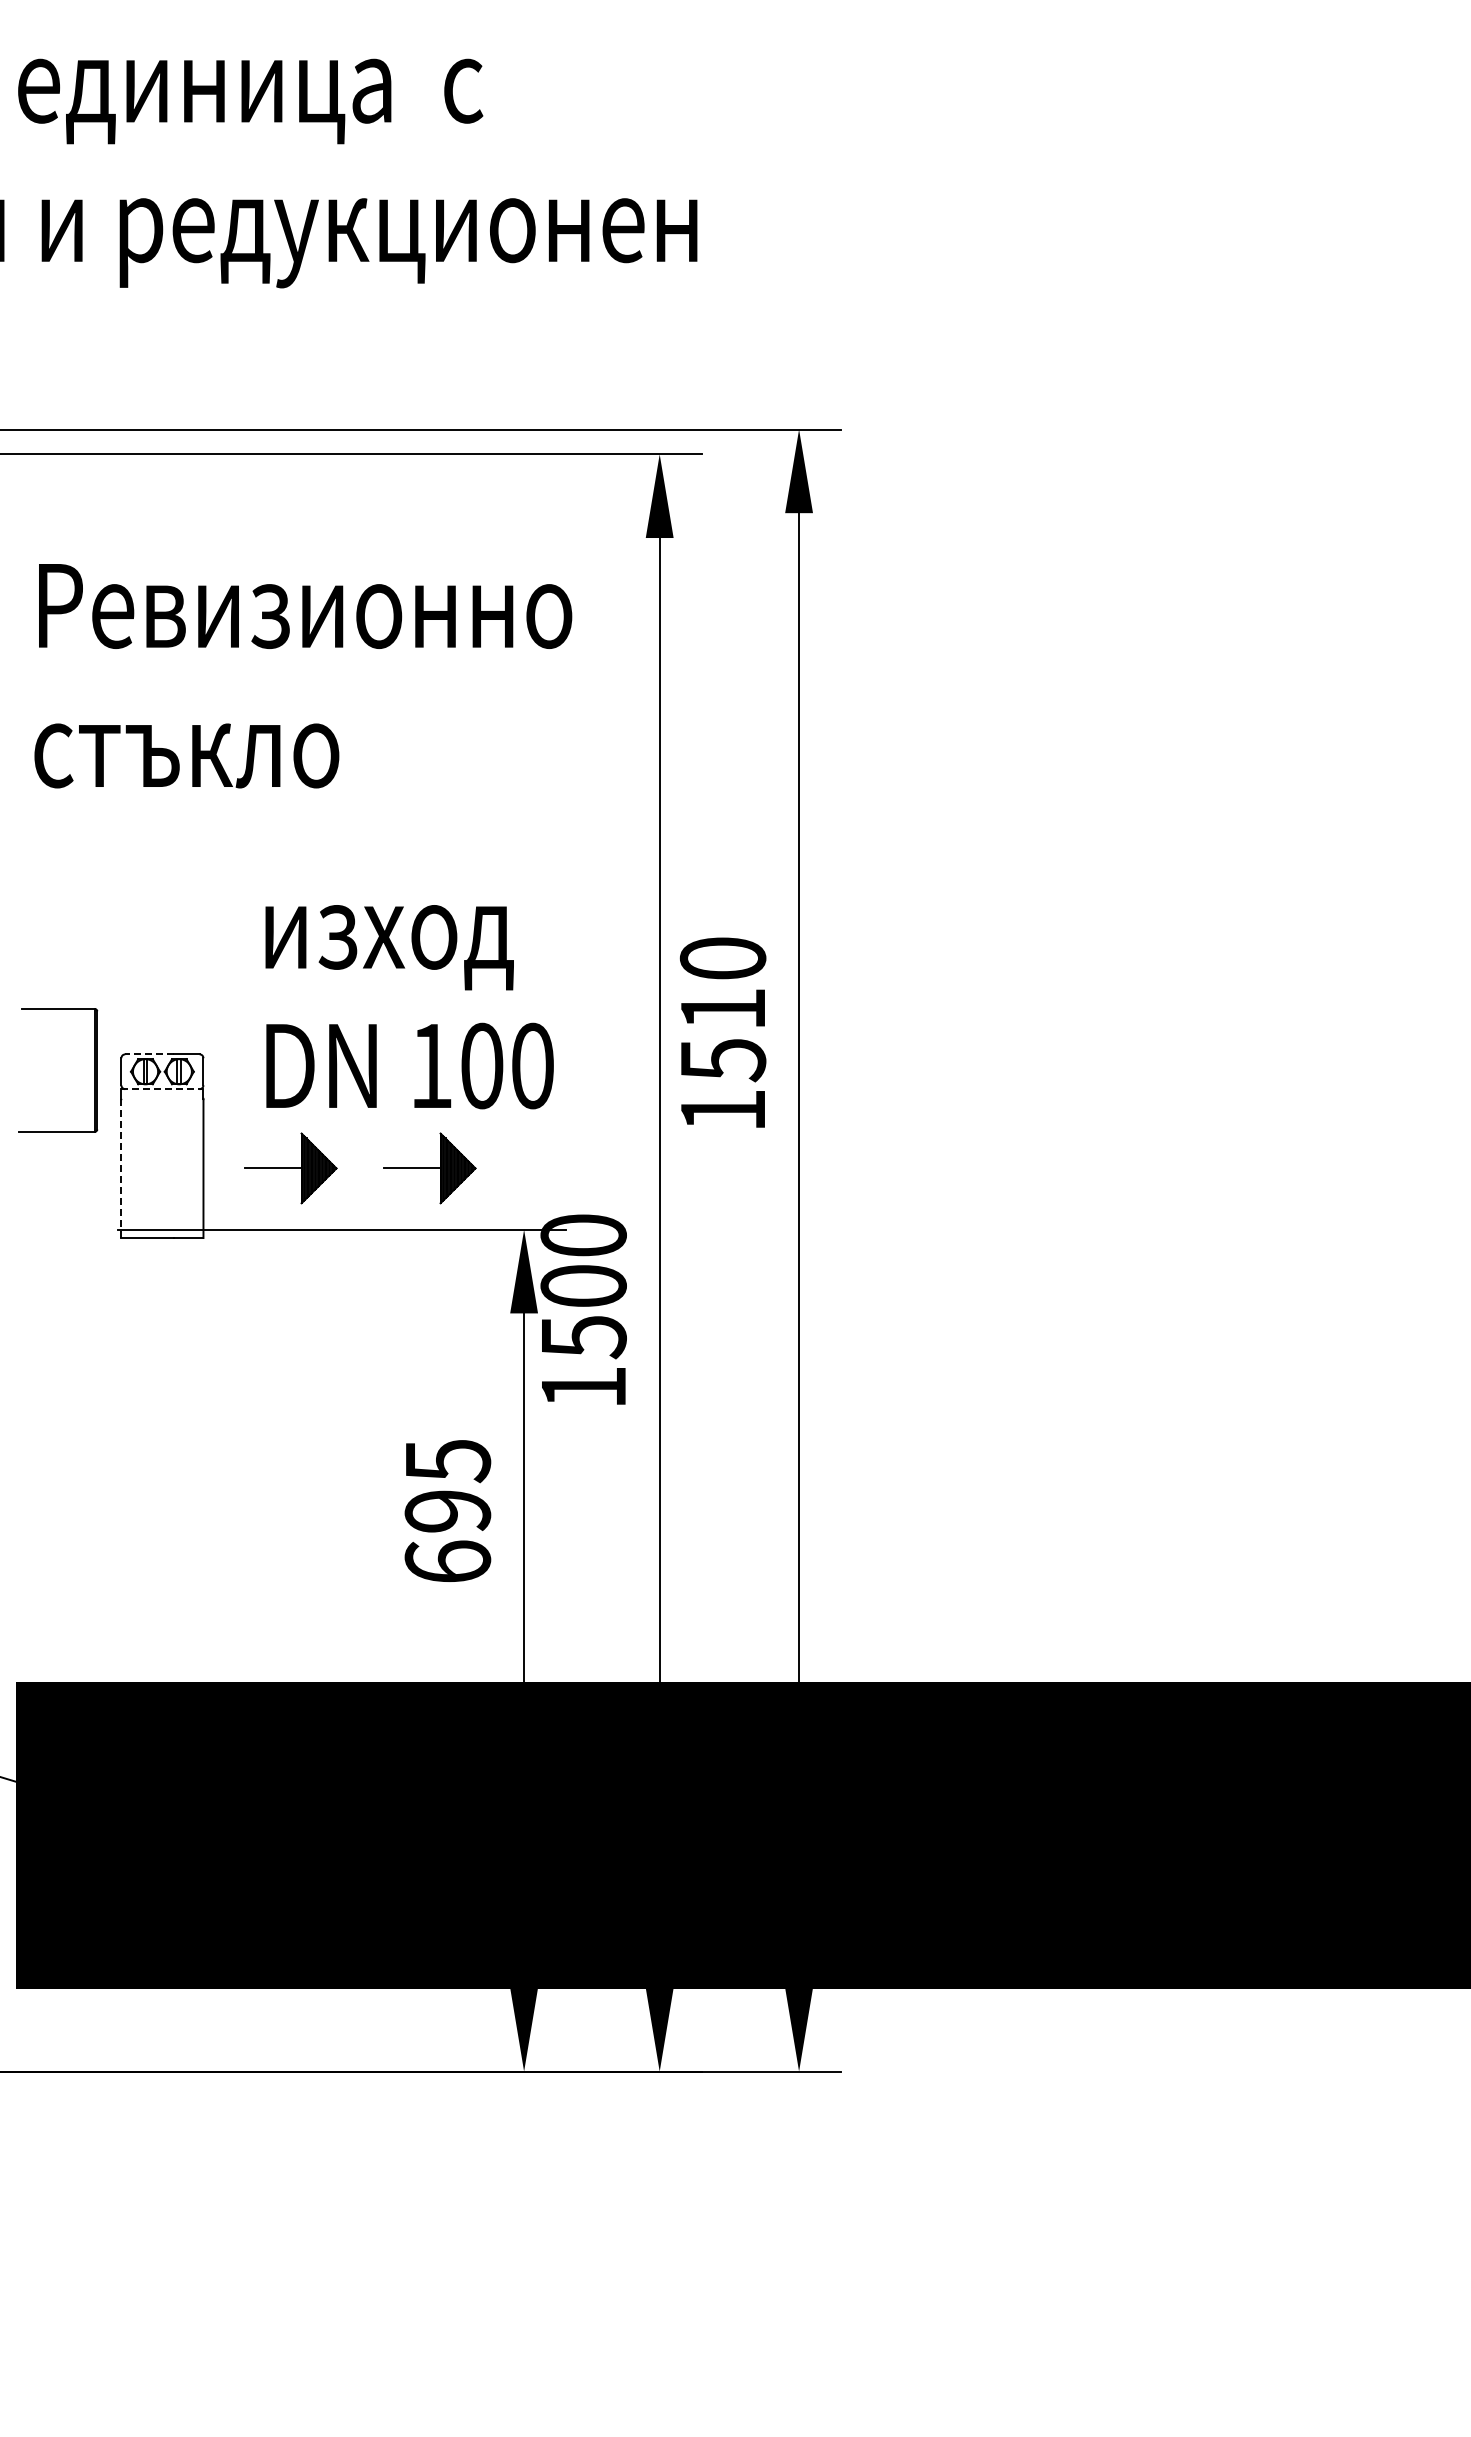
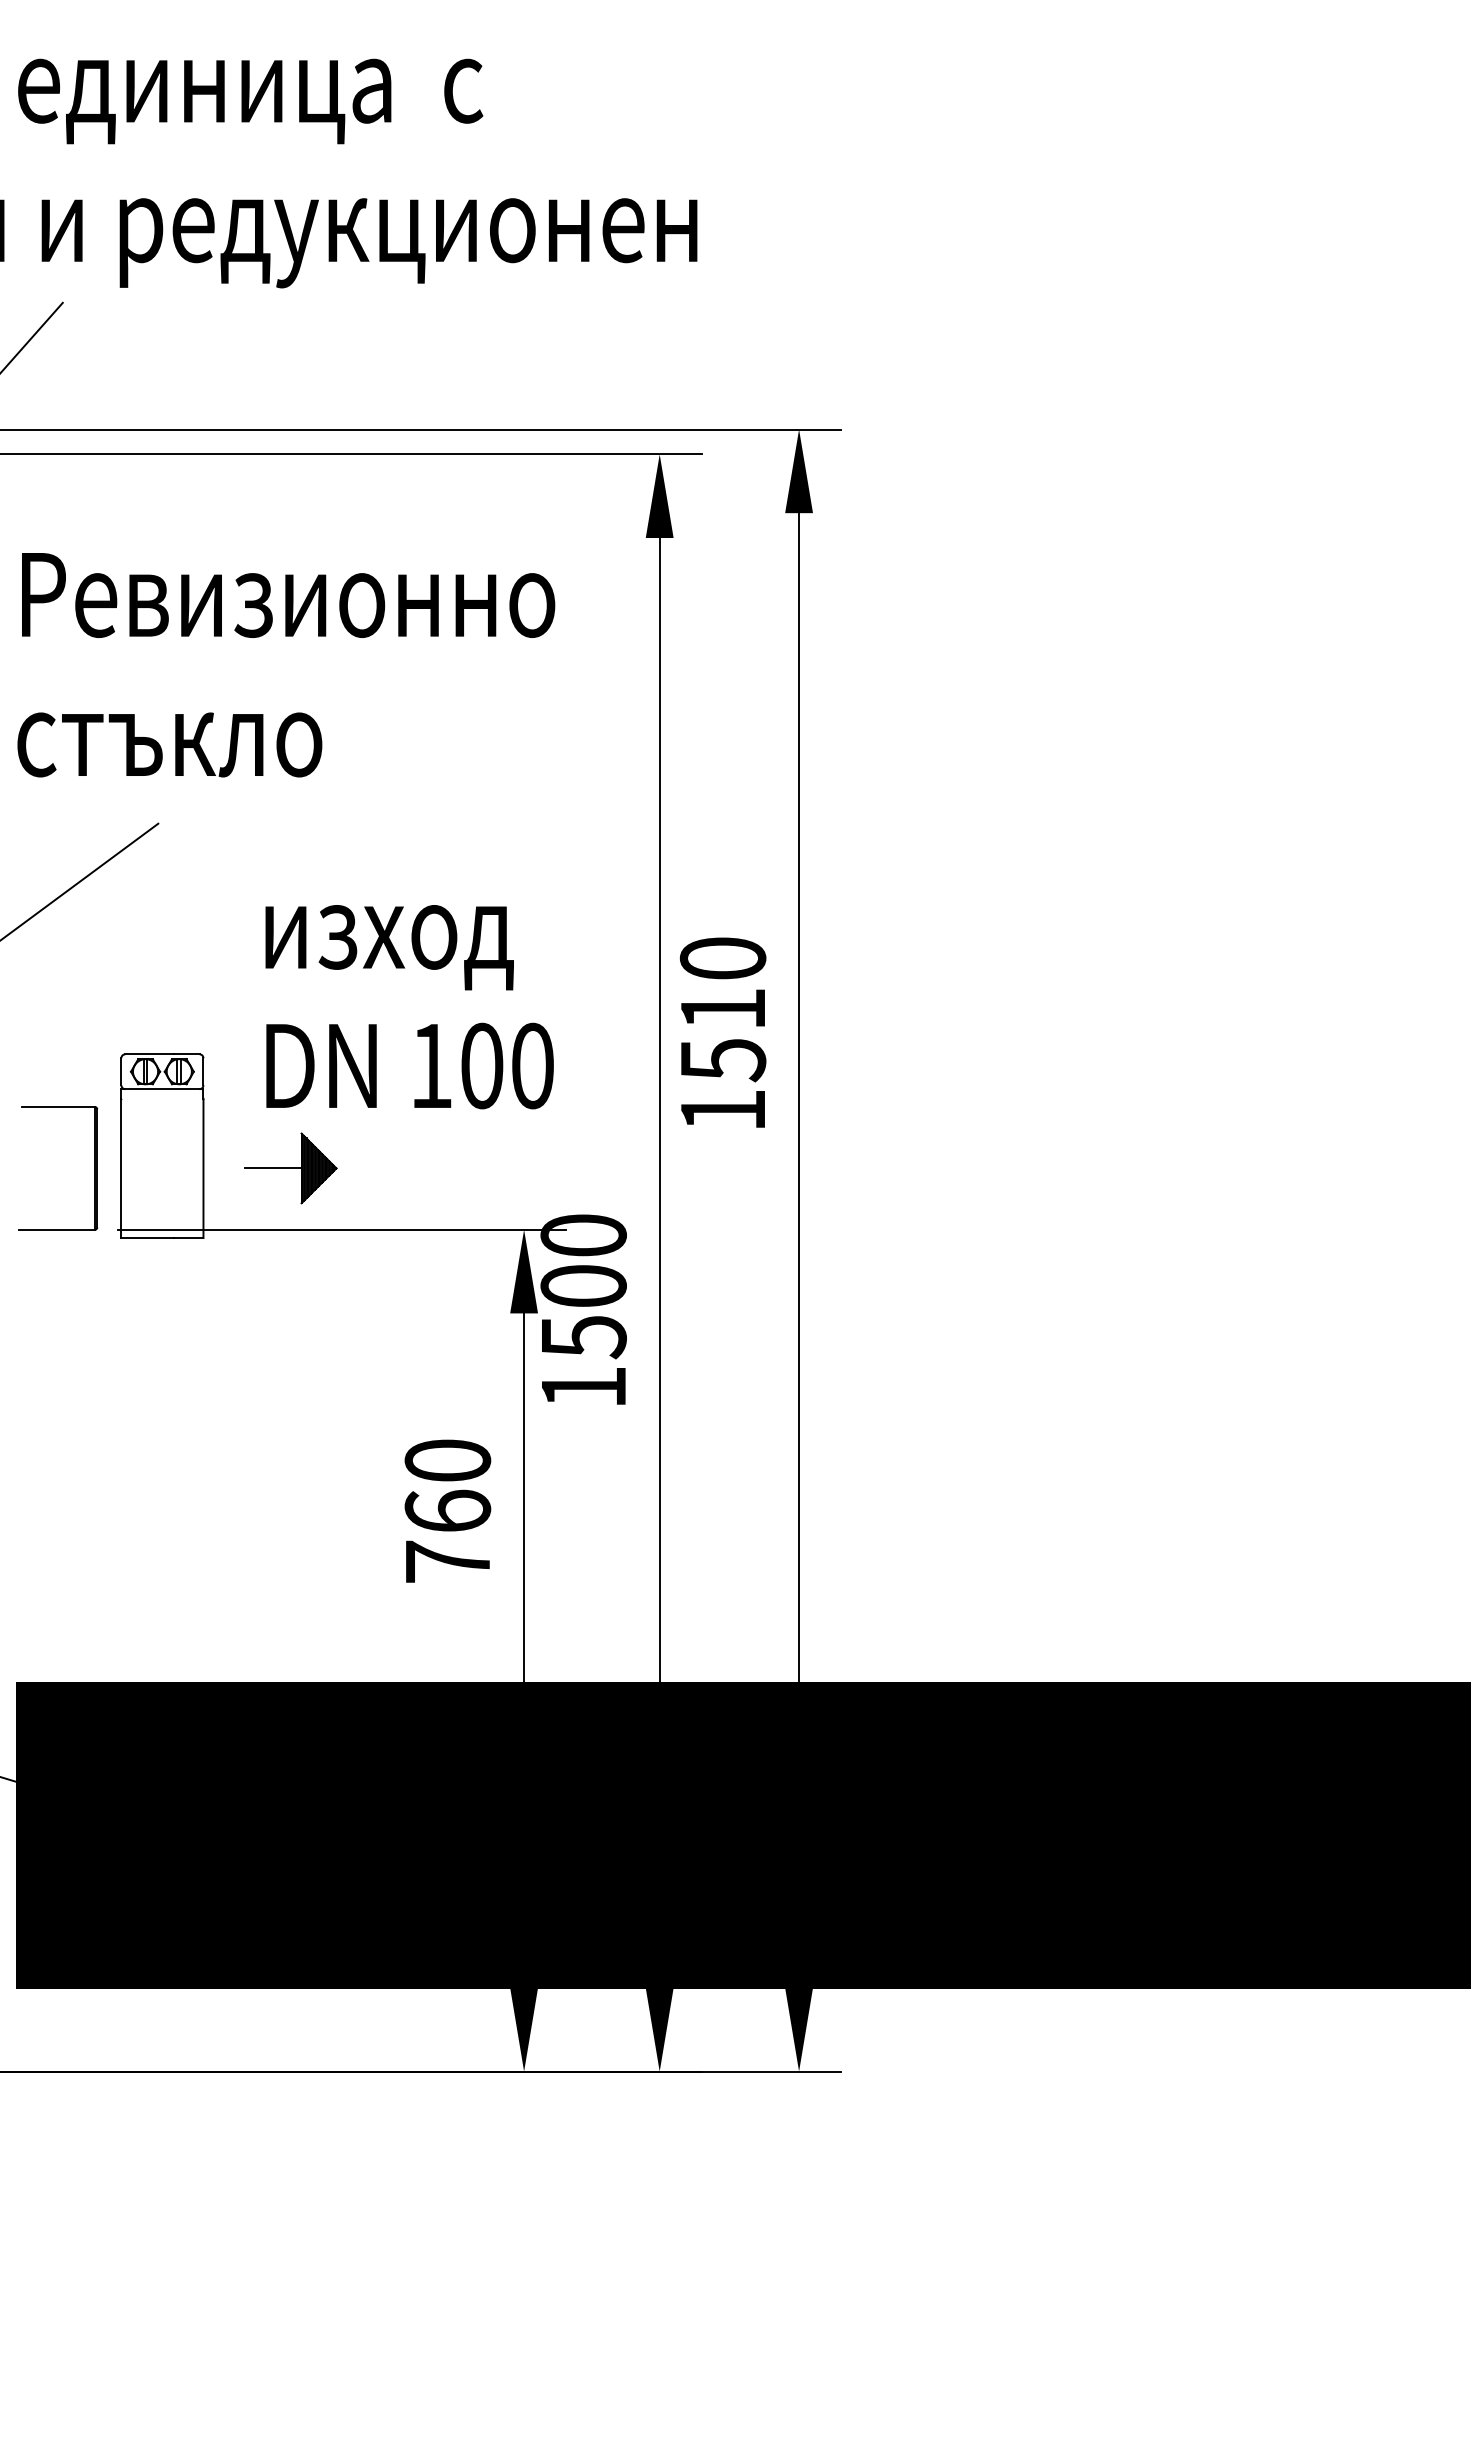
line at (32, 336): none -> present
text at (303, 676) position: (303, 676) -> (286, 665)
line at (80, 881): none -> present
line at (148, 1054): dashed -> solid
part at (94, 1070) position: (94, 1070) -> (94, 1168)
line at (162, 1089): dashed -> solid
line at (121, 1168): dashed -> solid
part at (429, 1168): present -> none
text at (447, 1510): 695 -> 760
